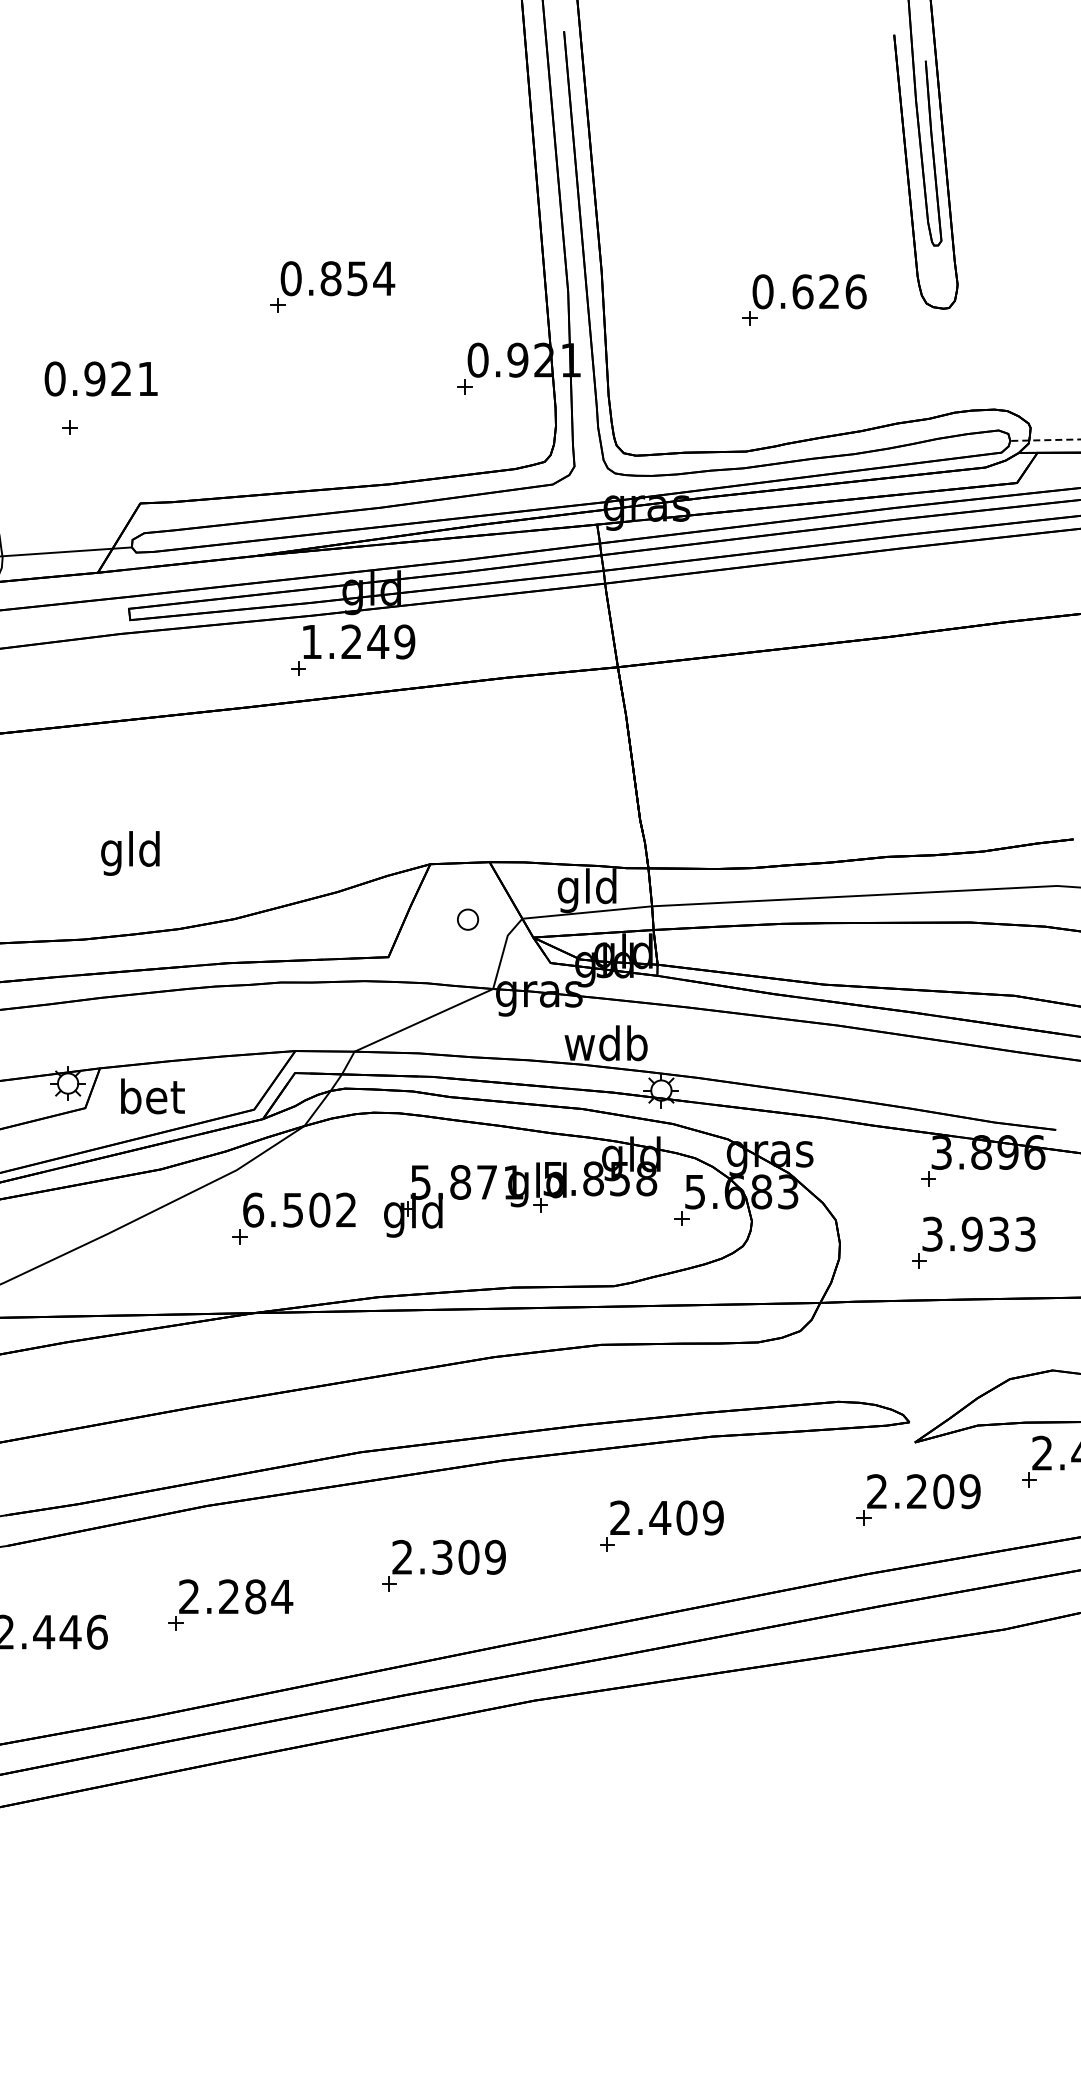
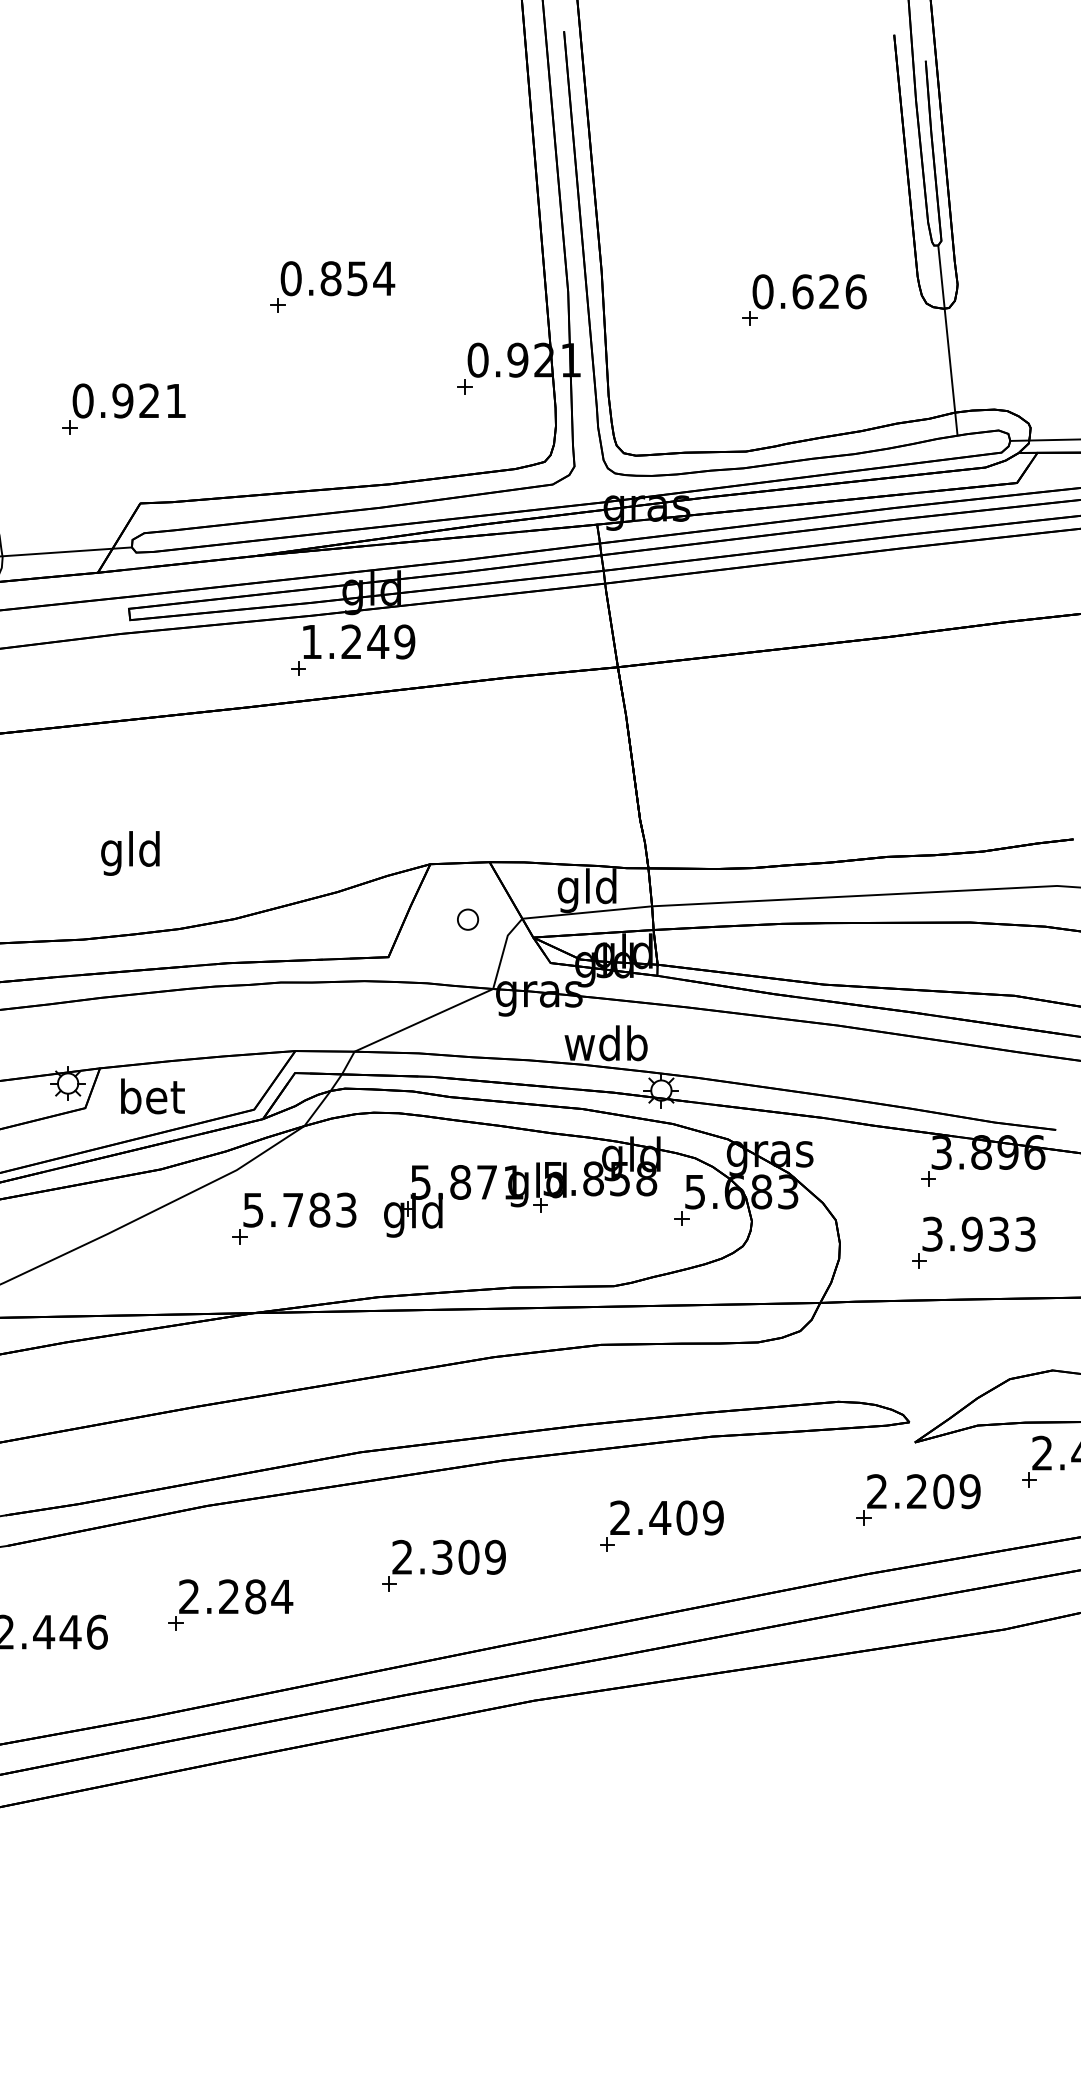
line at (947, 339): none -> present
text at (100, 378) position: (100, 378) -> (128, 400)
line at (1045, 440): dashed -> solid
text at (299, 1209): 6.502 -> 5.783
